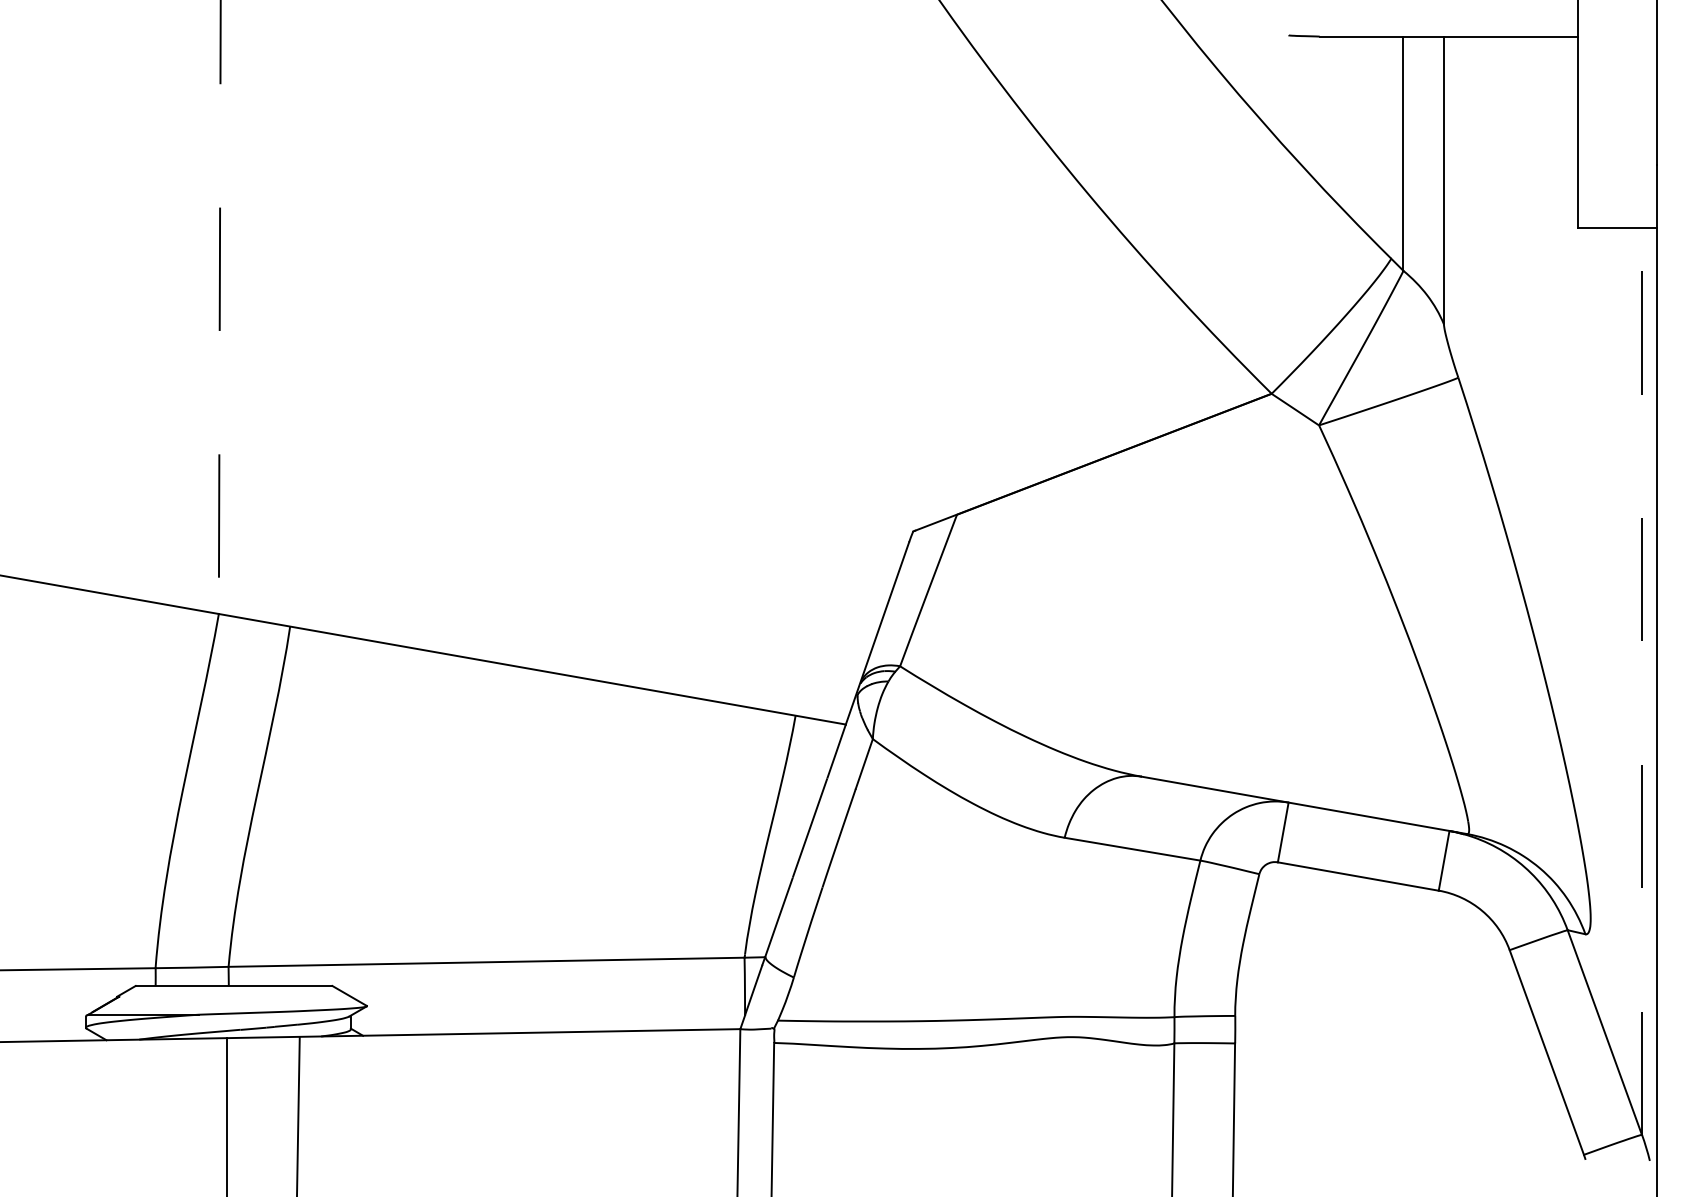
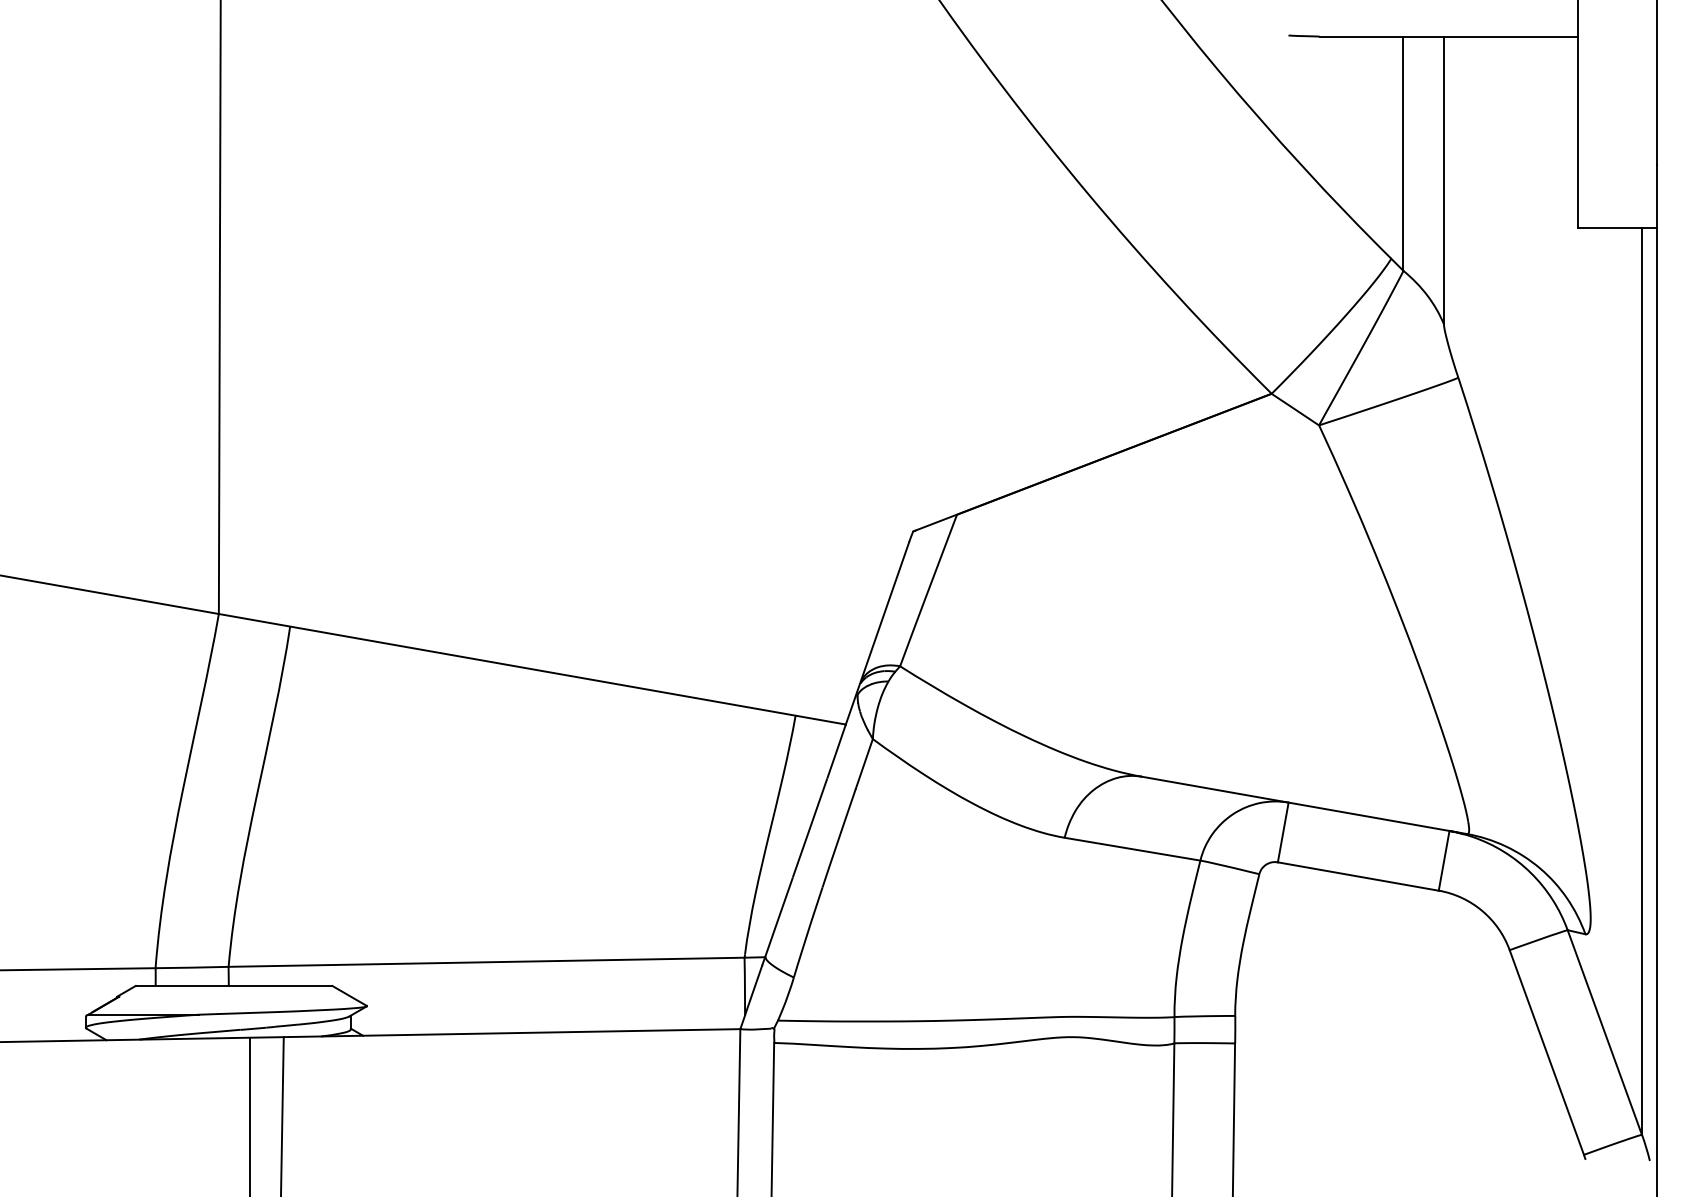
line at (219, 307): dashed -> solid
line at (1641, 680): dashed -> solid
line at (227, 1115) position: (227, 1115) -> (250, 1115)
line at (298, 1115) position: (298, 1115) -> (282, 1115)
